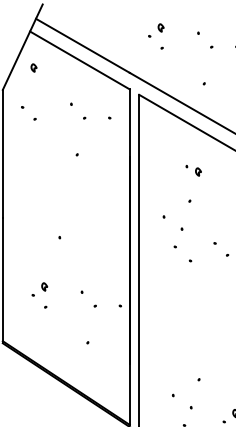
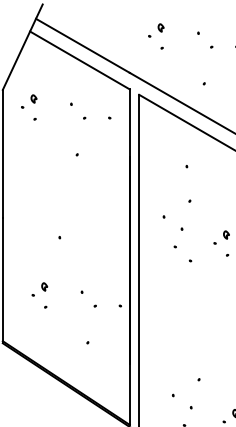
part at (33, 67) position: (33, 67) -> (33, 98)
part at (198, 171) position: (198, 171) -> (226, 234)
